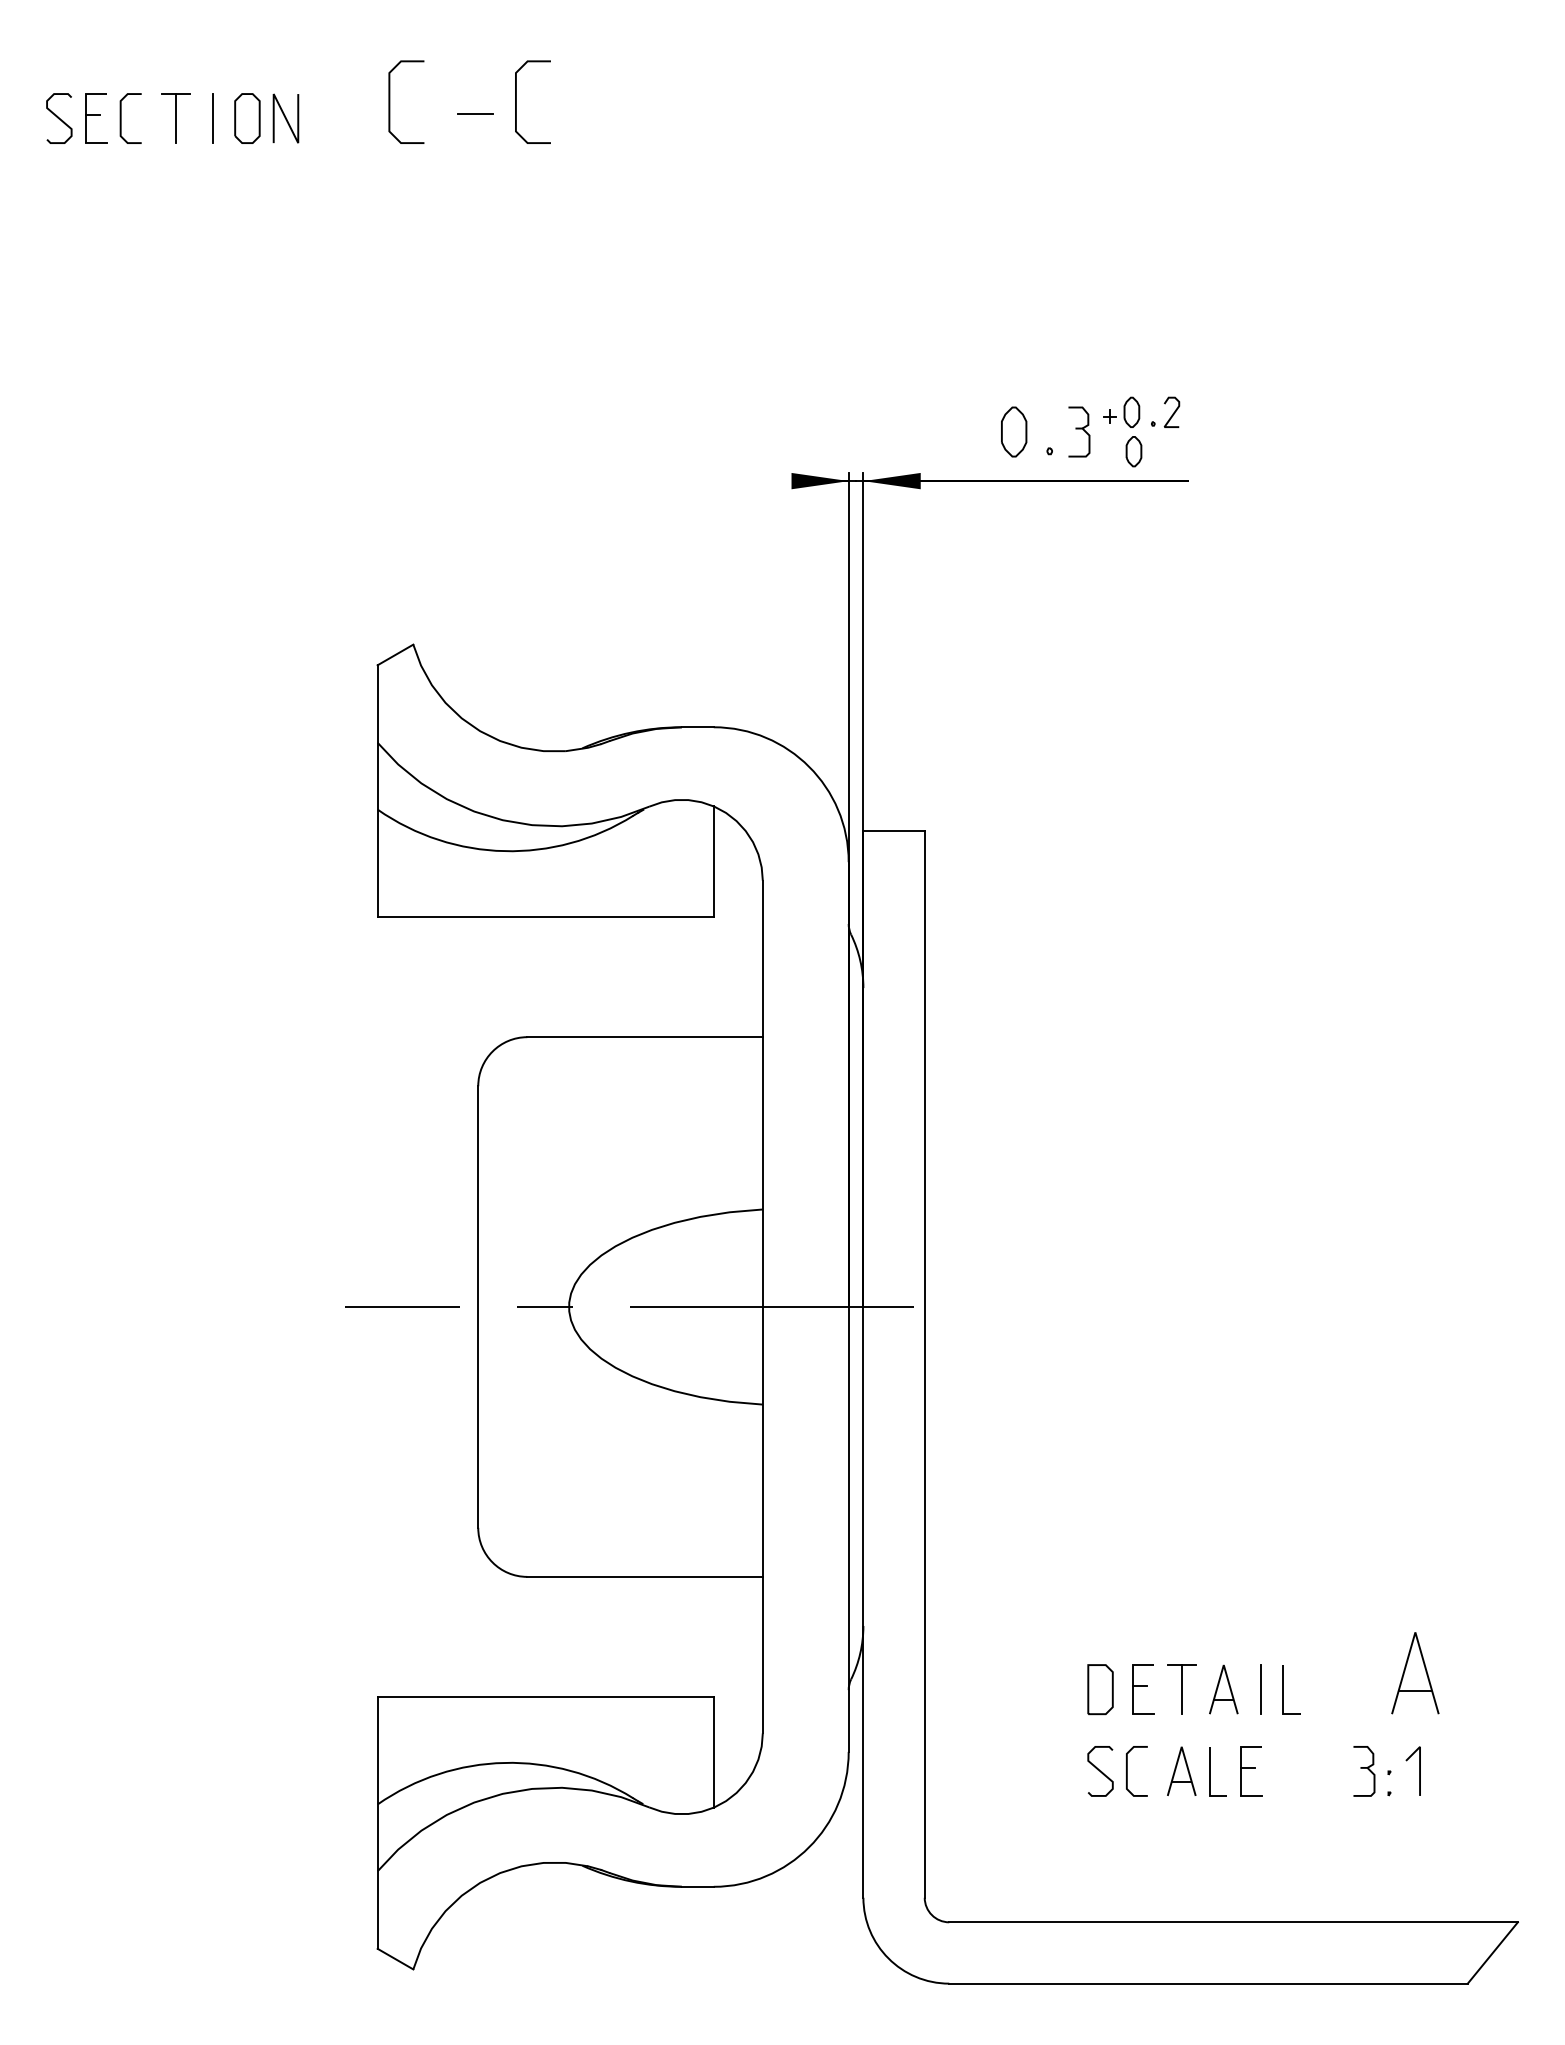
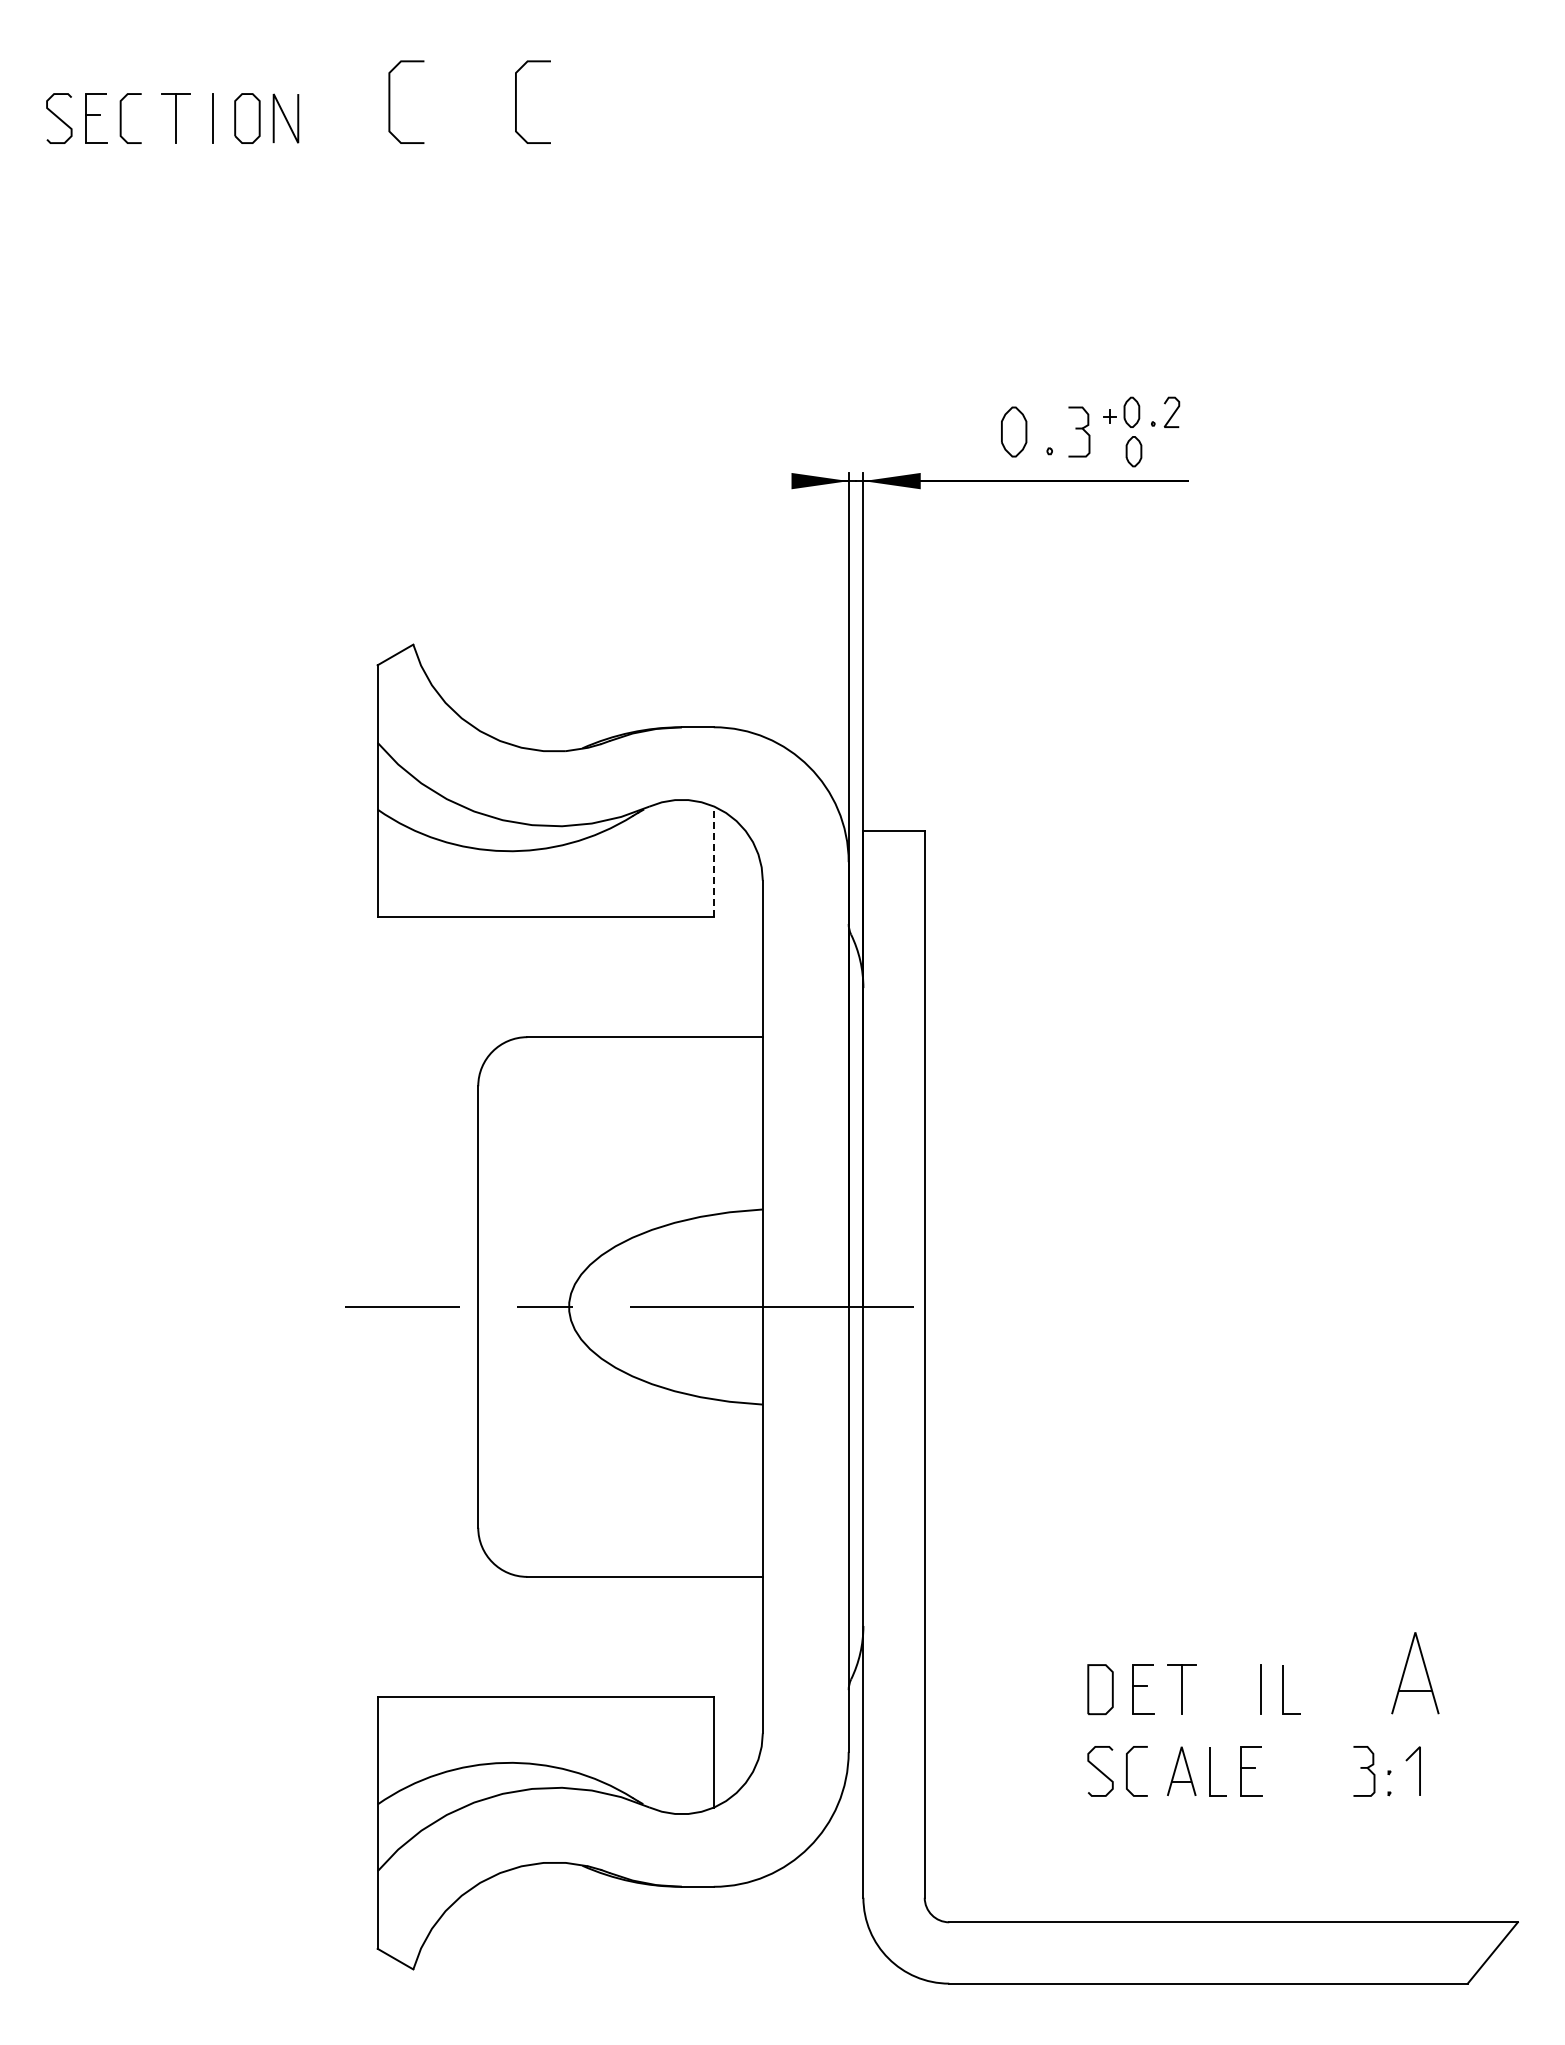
line at (474, 113): present -> none
line at (713, 861): solid -> dashed
part at (1223, 1689): present -> none
